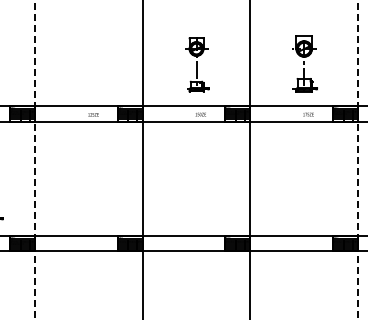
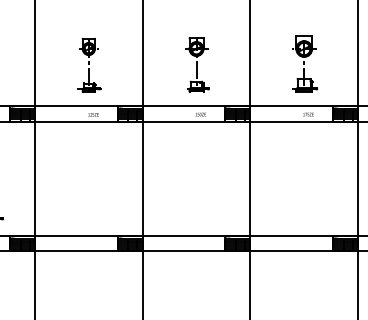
part at (89, 64): none -> present
line at (35, 160): dashed -> solid
line at (358, 160): dashed -> solid
